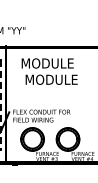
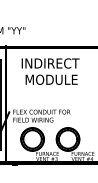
text at (51, 63): MODULE -> INDIRECT
line at (0, 105): dashed -> solid
